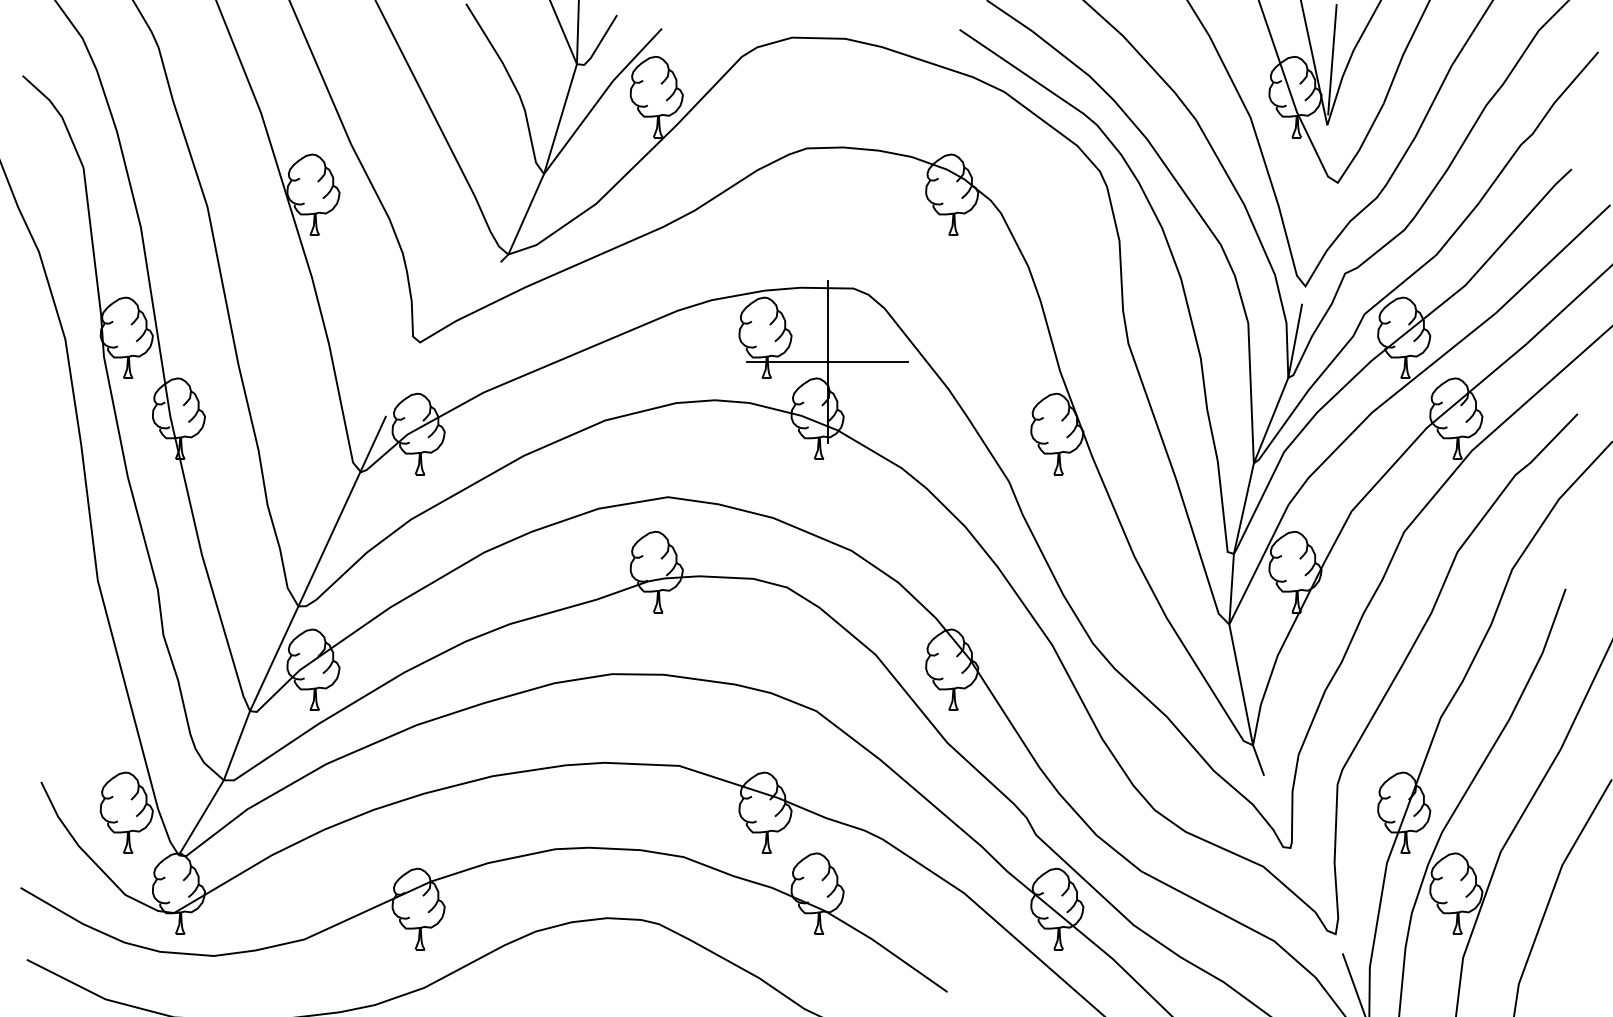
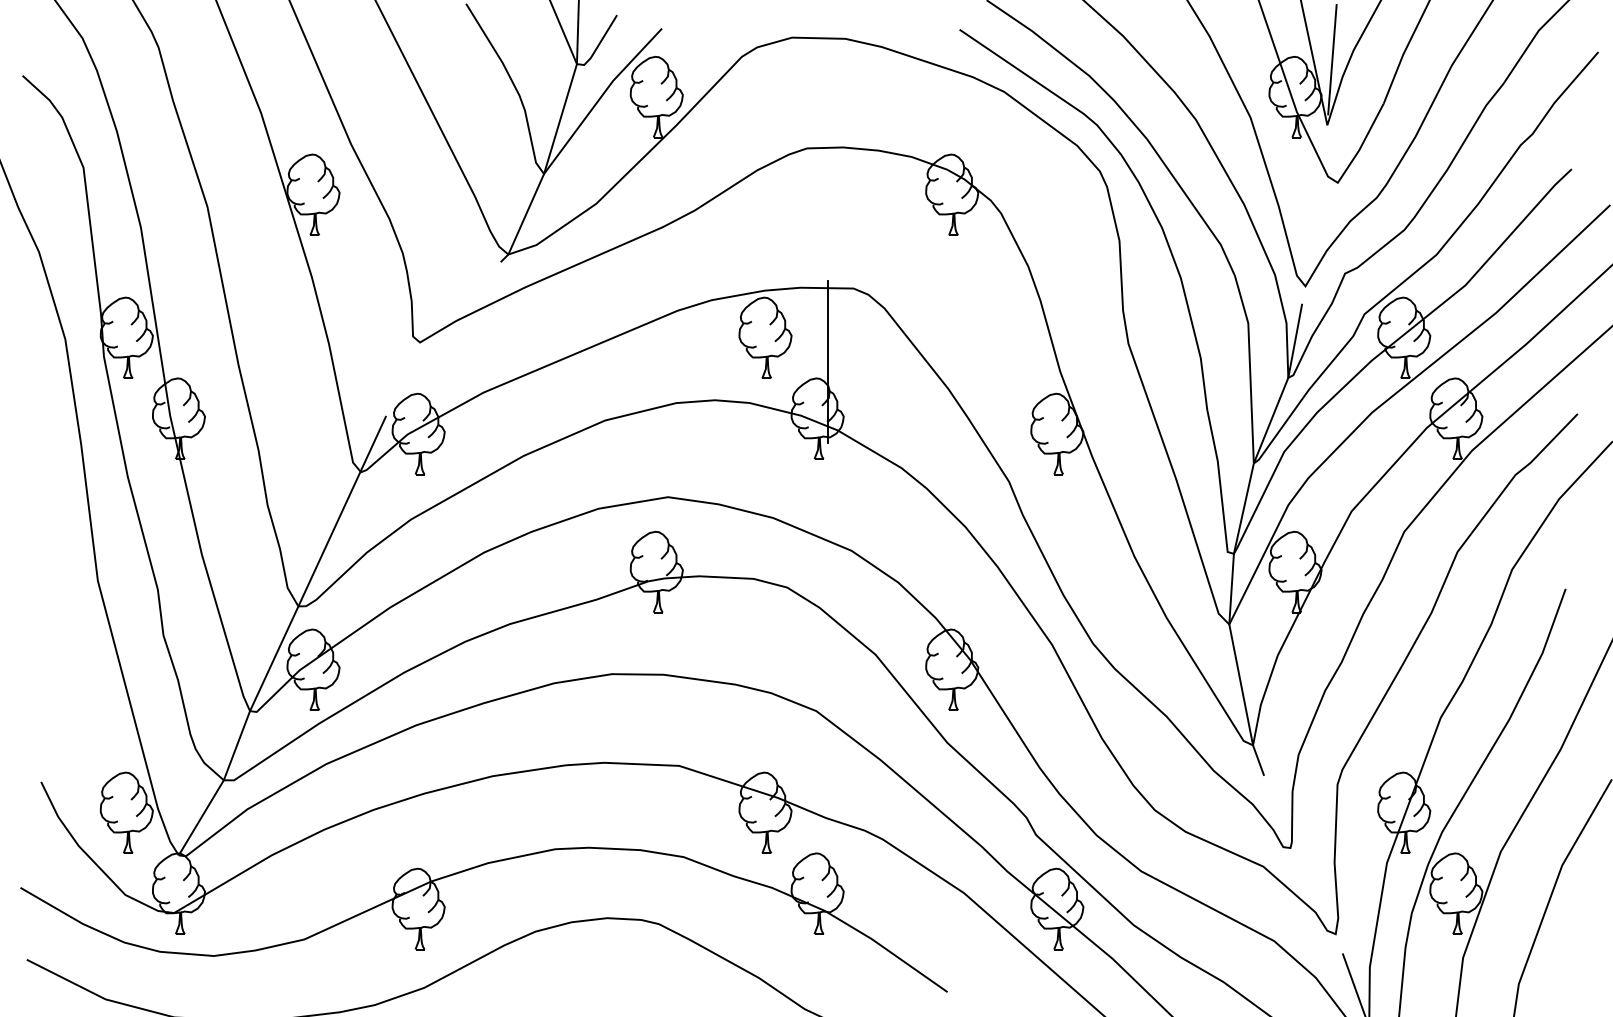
line at (827, 362): present -> none
